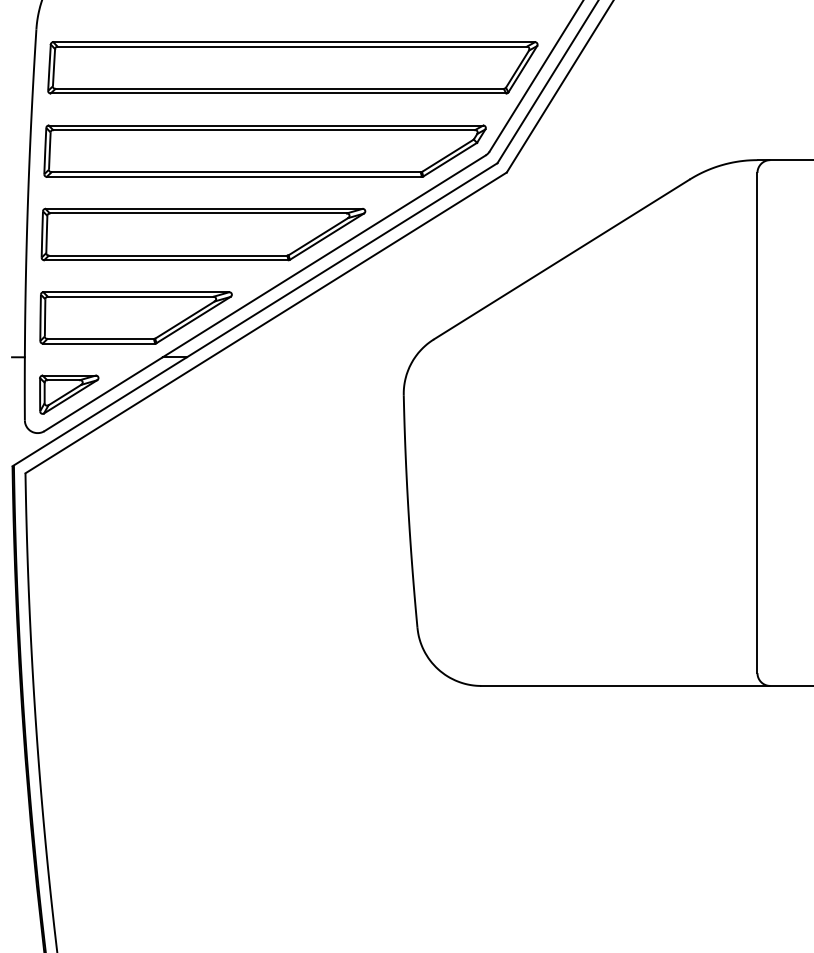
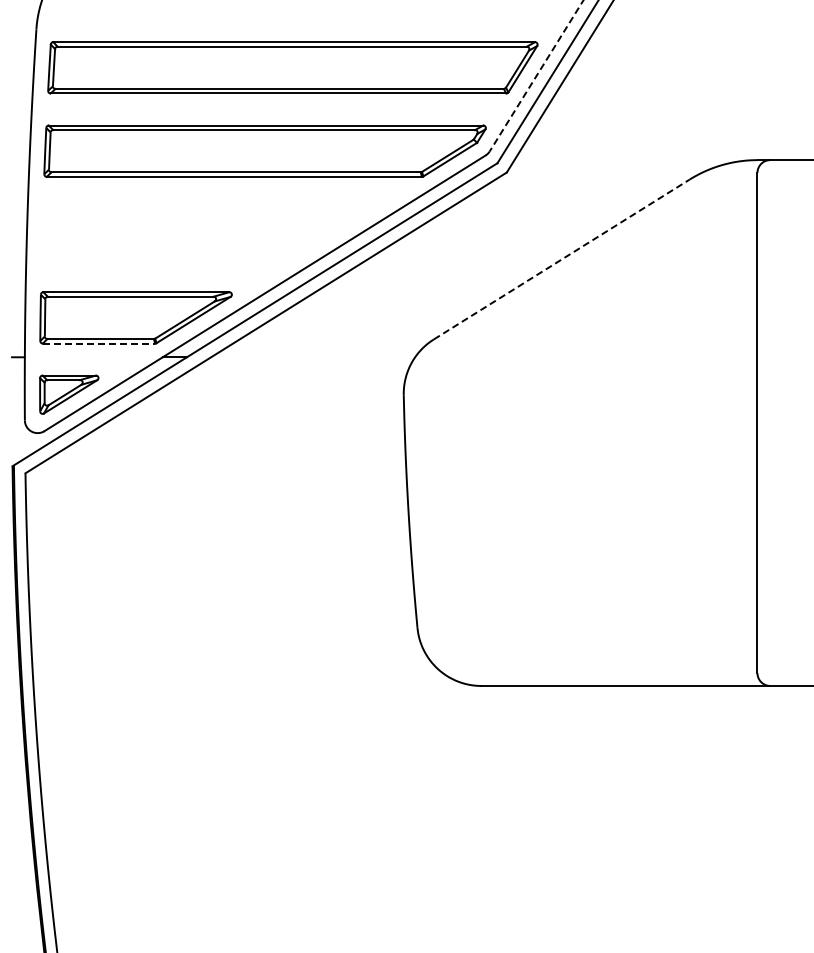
line at (536, 75): solid -> dashed
part at (203, 234): present -> none
line at (561, 259): solid -> dashed
line at (99, 343): solid -> dashed
